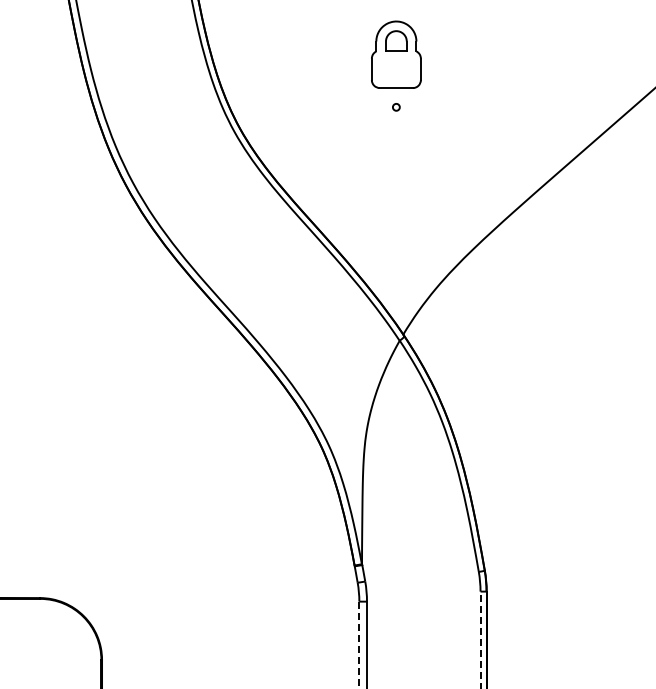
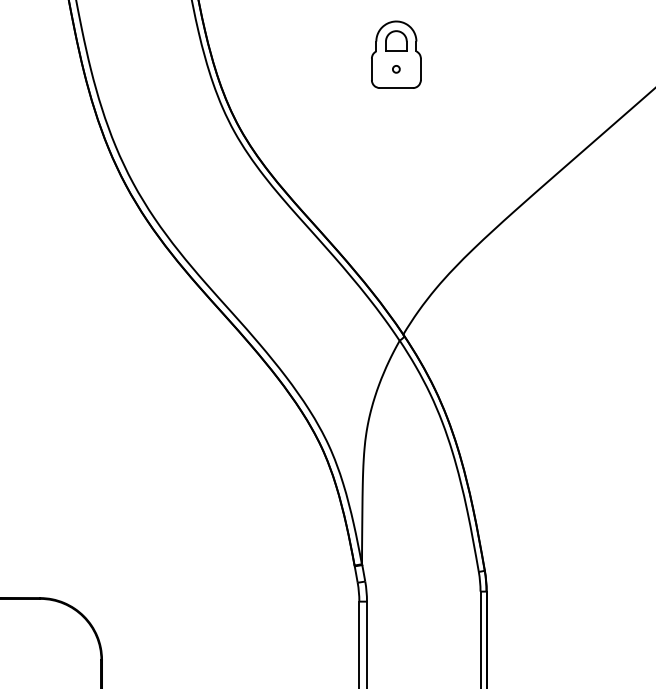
circle at (396, 107) position: (396, 107) -> (396, 69)
line at (480, 639): dashed -> solid
line at (359, 645): dashed -> solid
